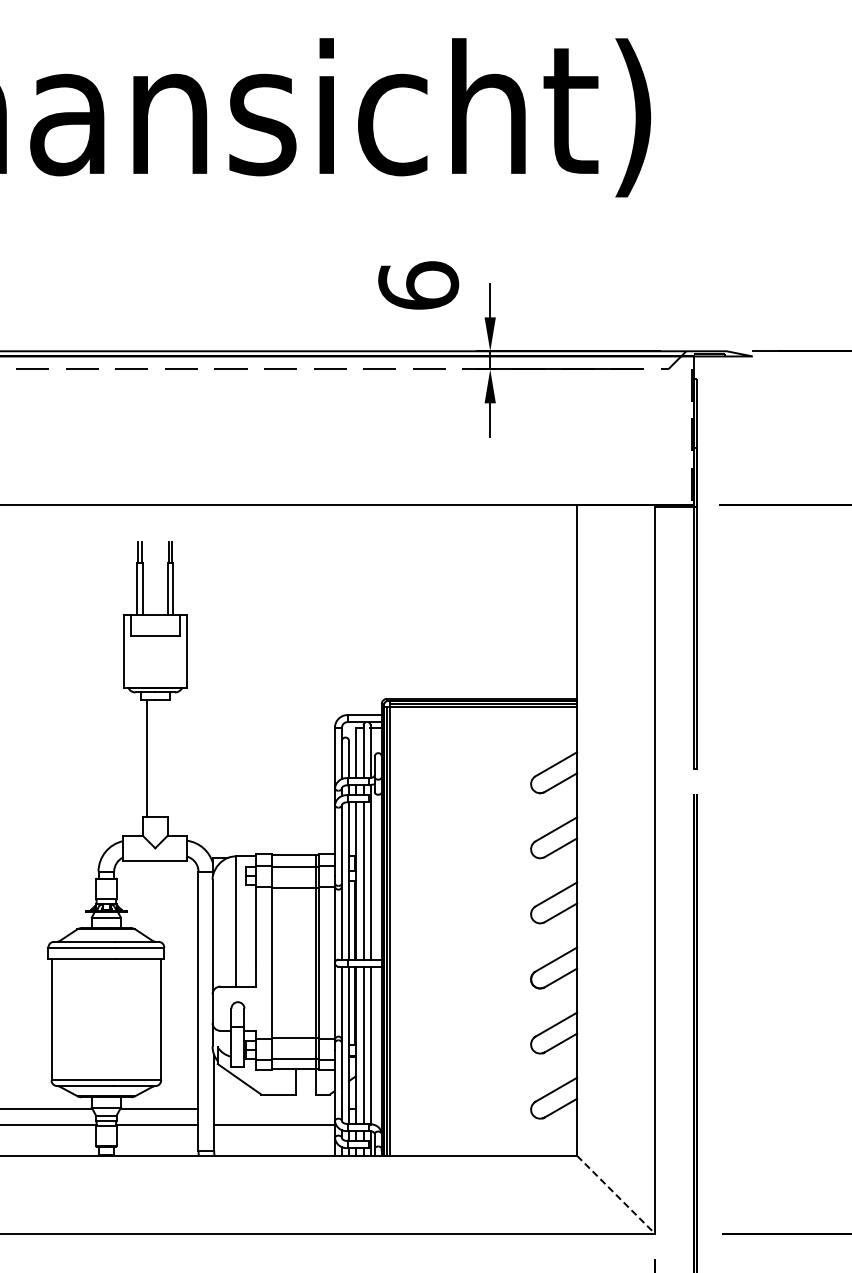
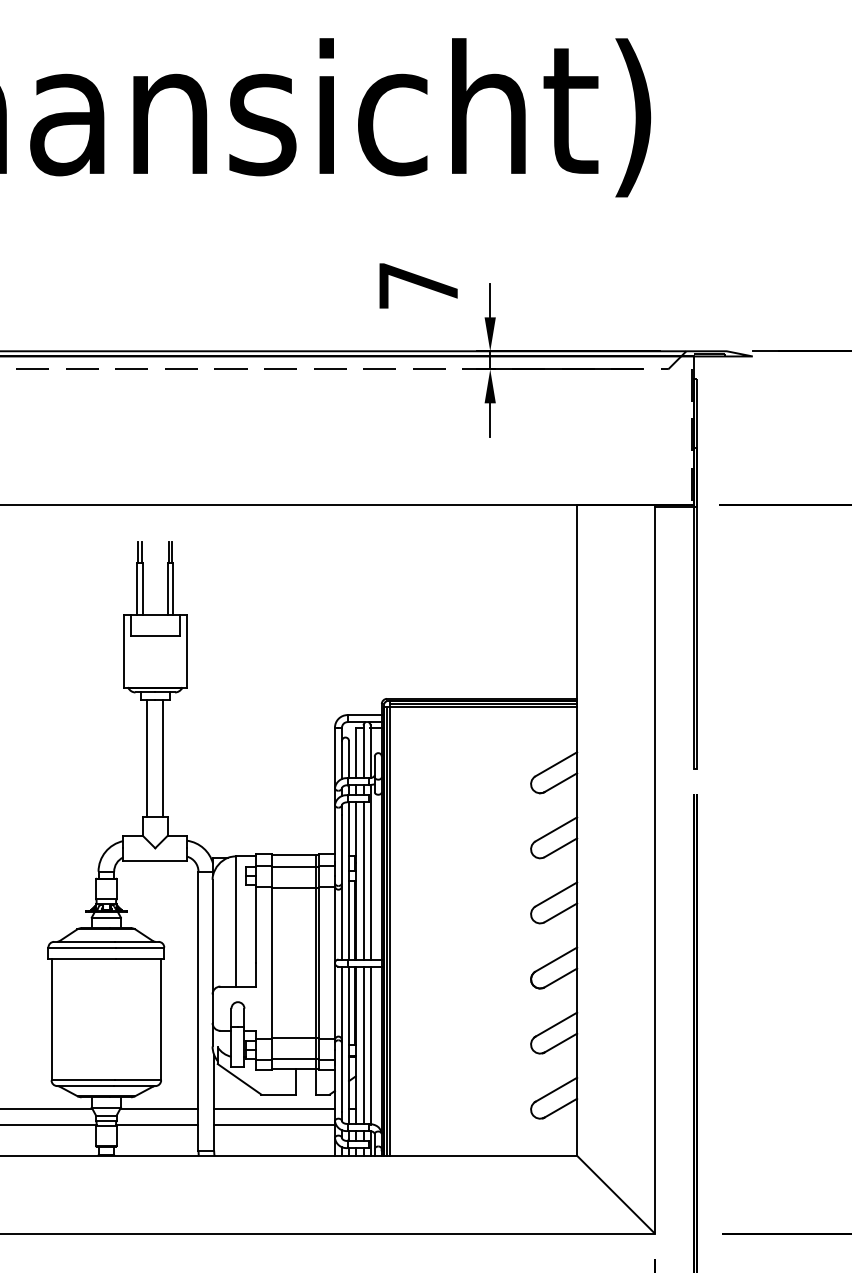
text at (418, 285): 6 -> 7
line at (163, 757): none -> present
line at (274, 1108): none -> present
line at (616, 1195): dashed -> solid
